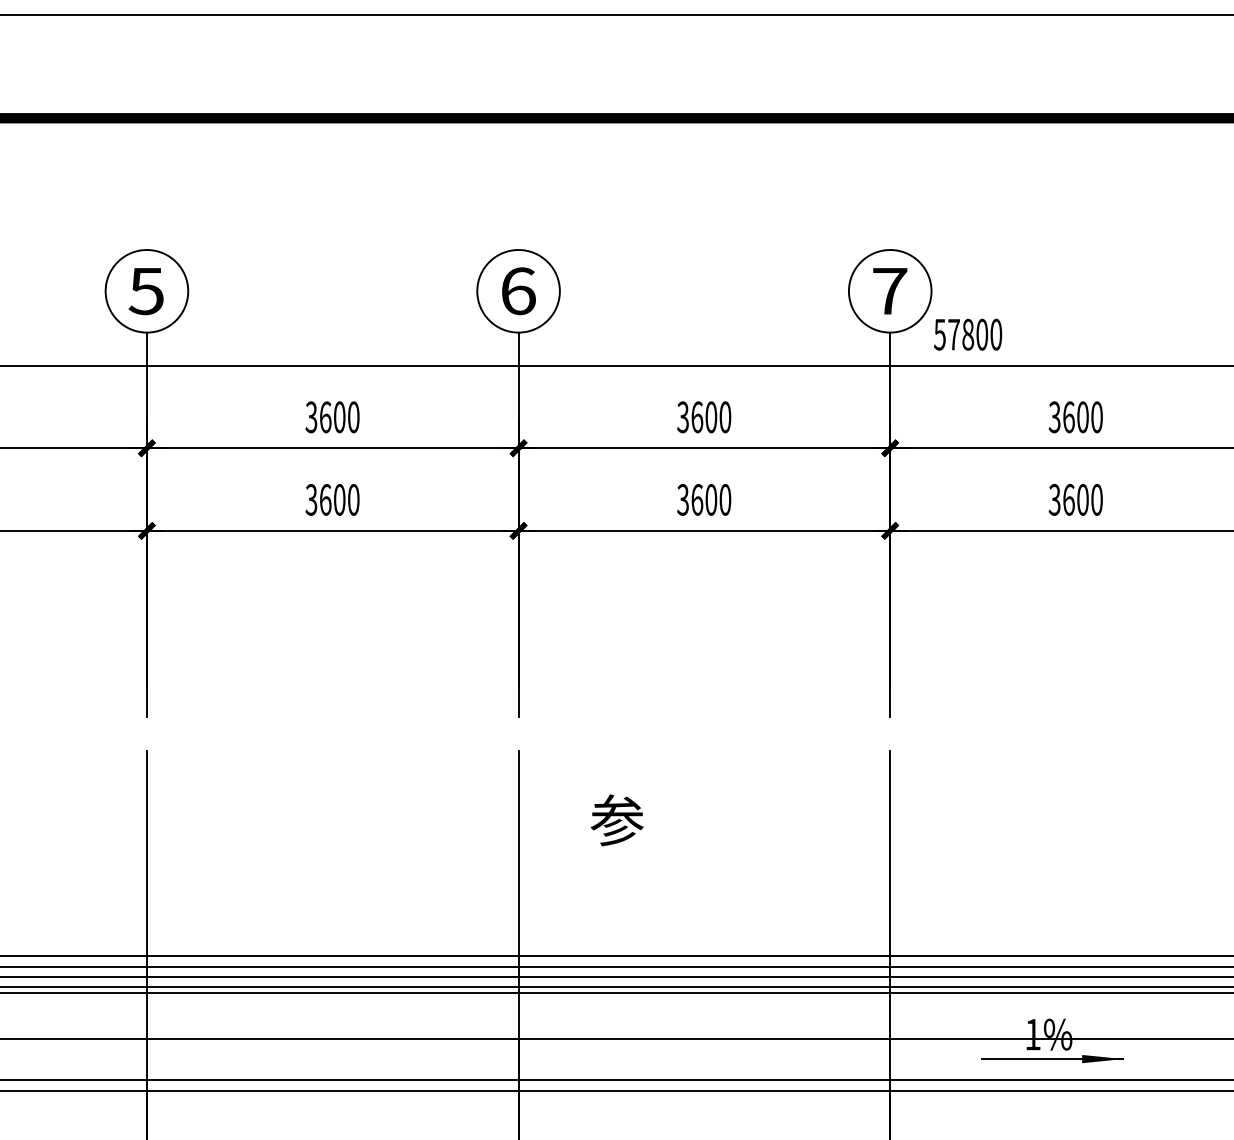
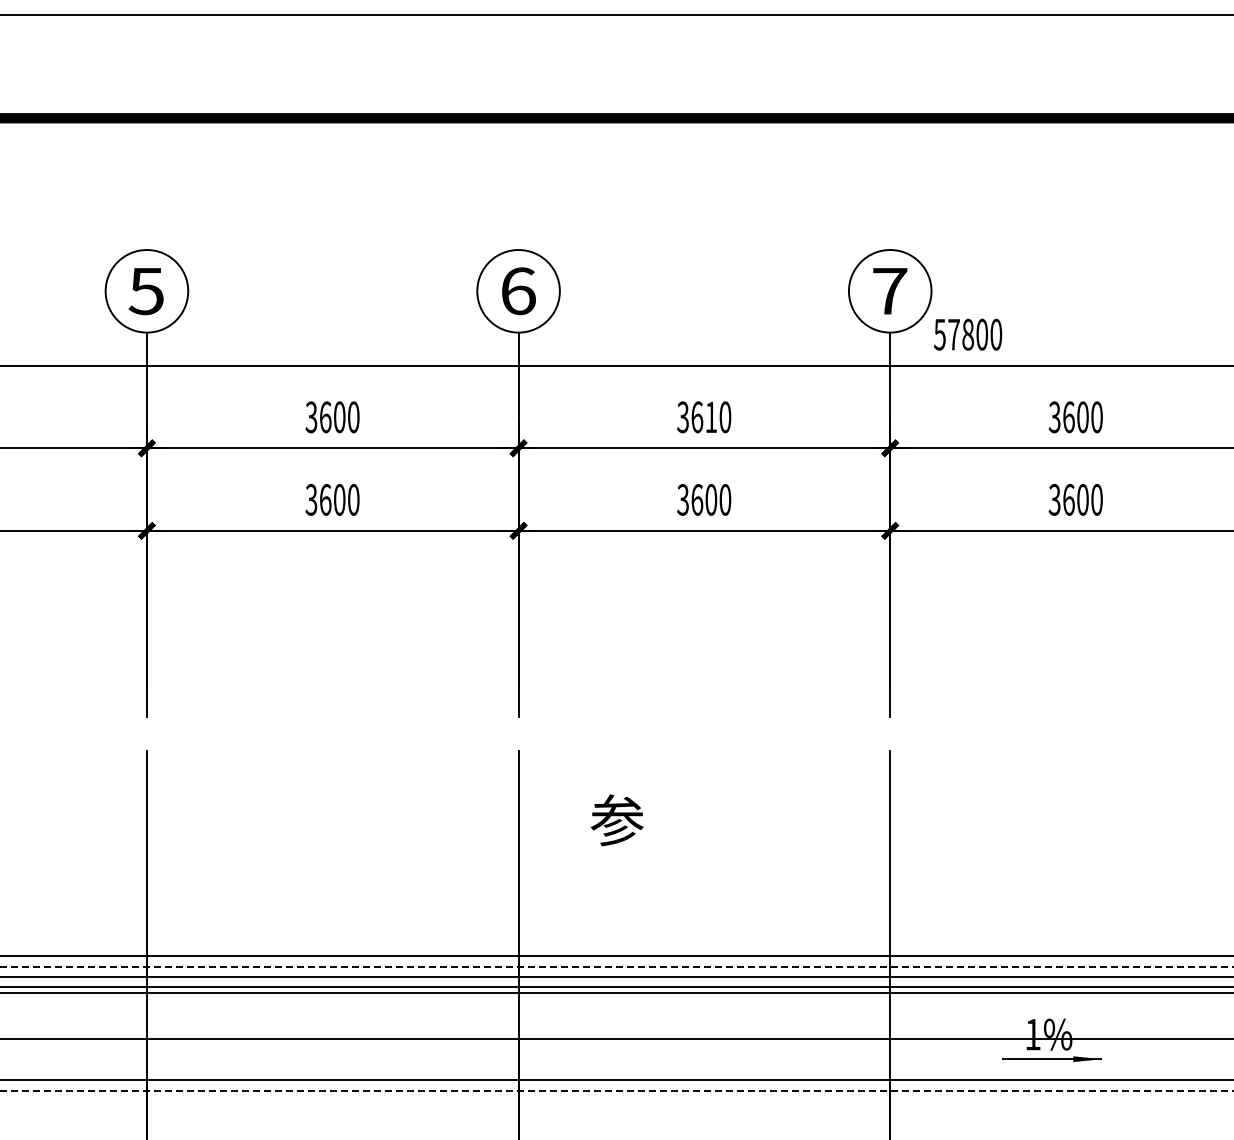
text at (711, 417): 3600 -> 3610
line at (616, 966): solid -> dashed
part at (1052, 1059) size: 143x9 px -> 100x6 px
line at (616, 1090): solid -> dashed
